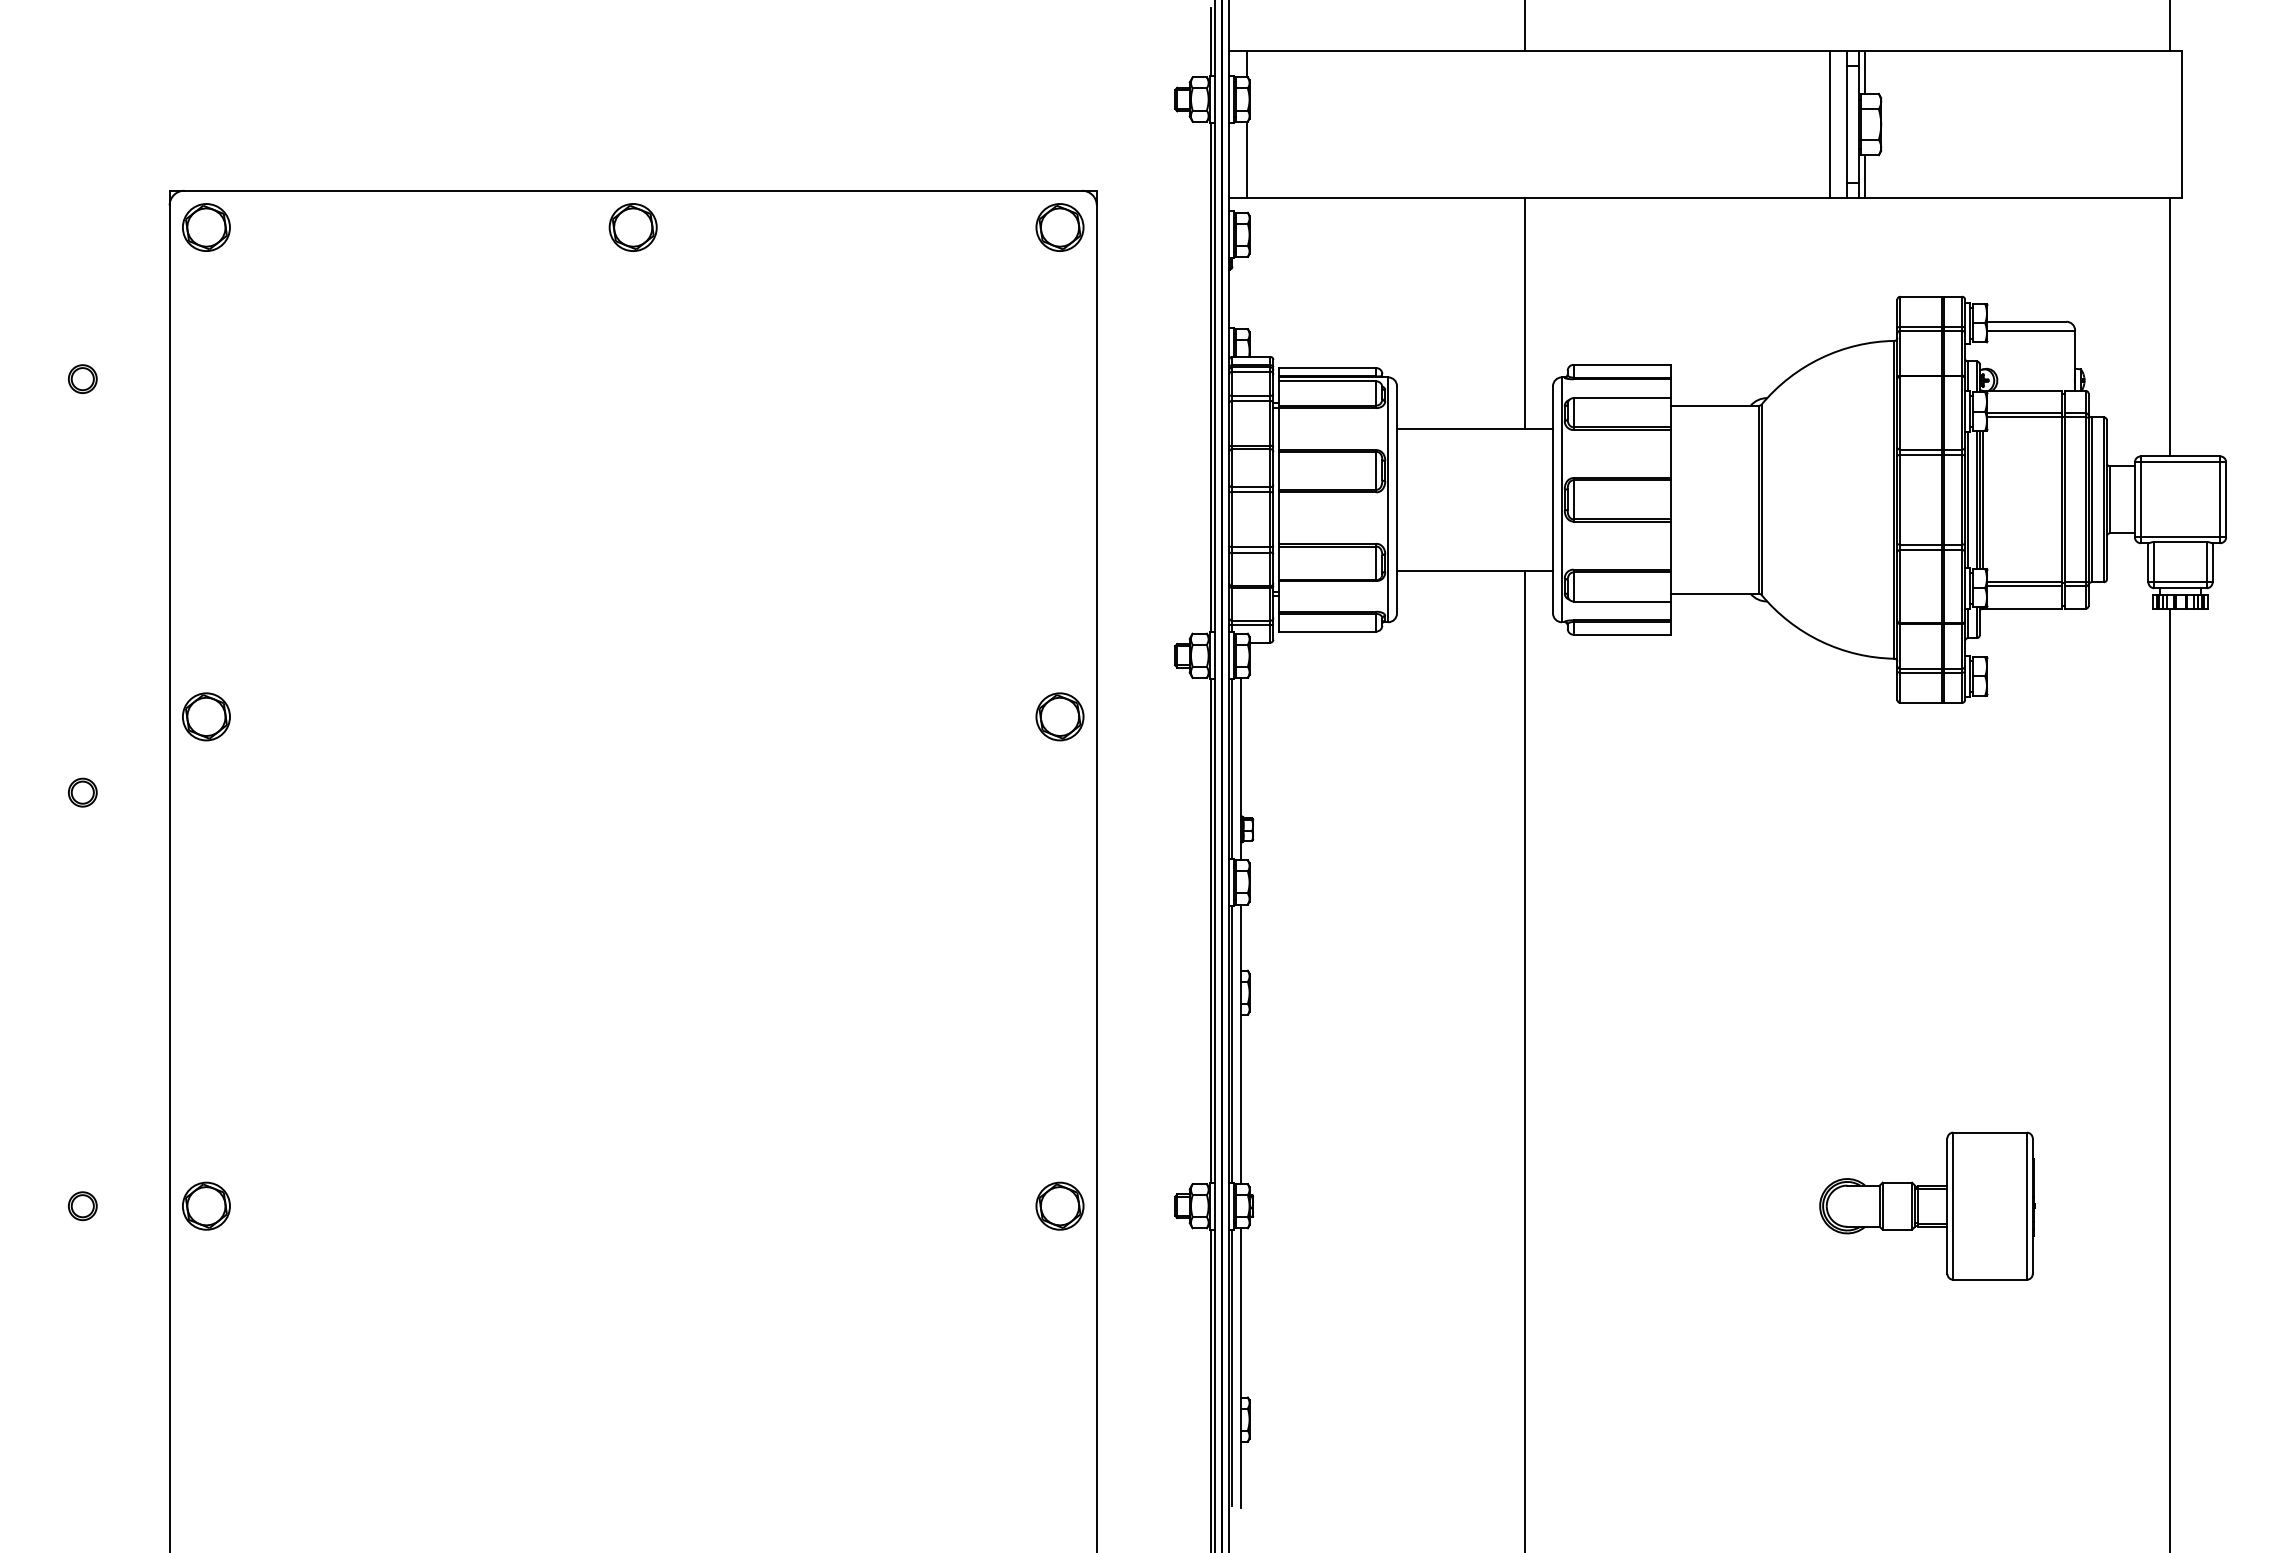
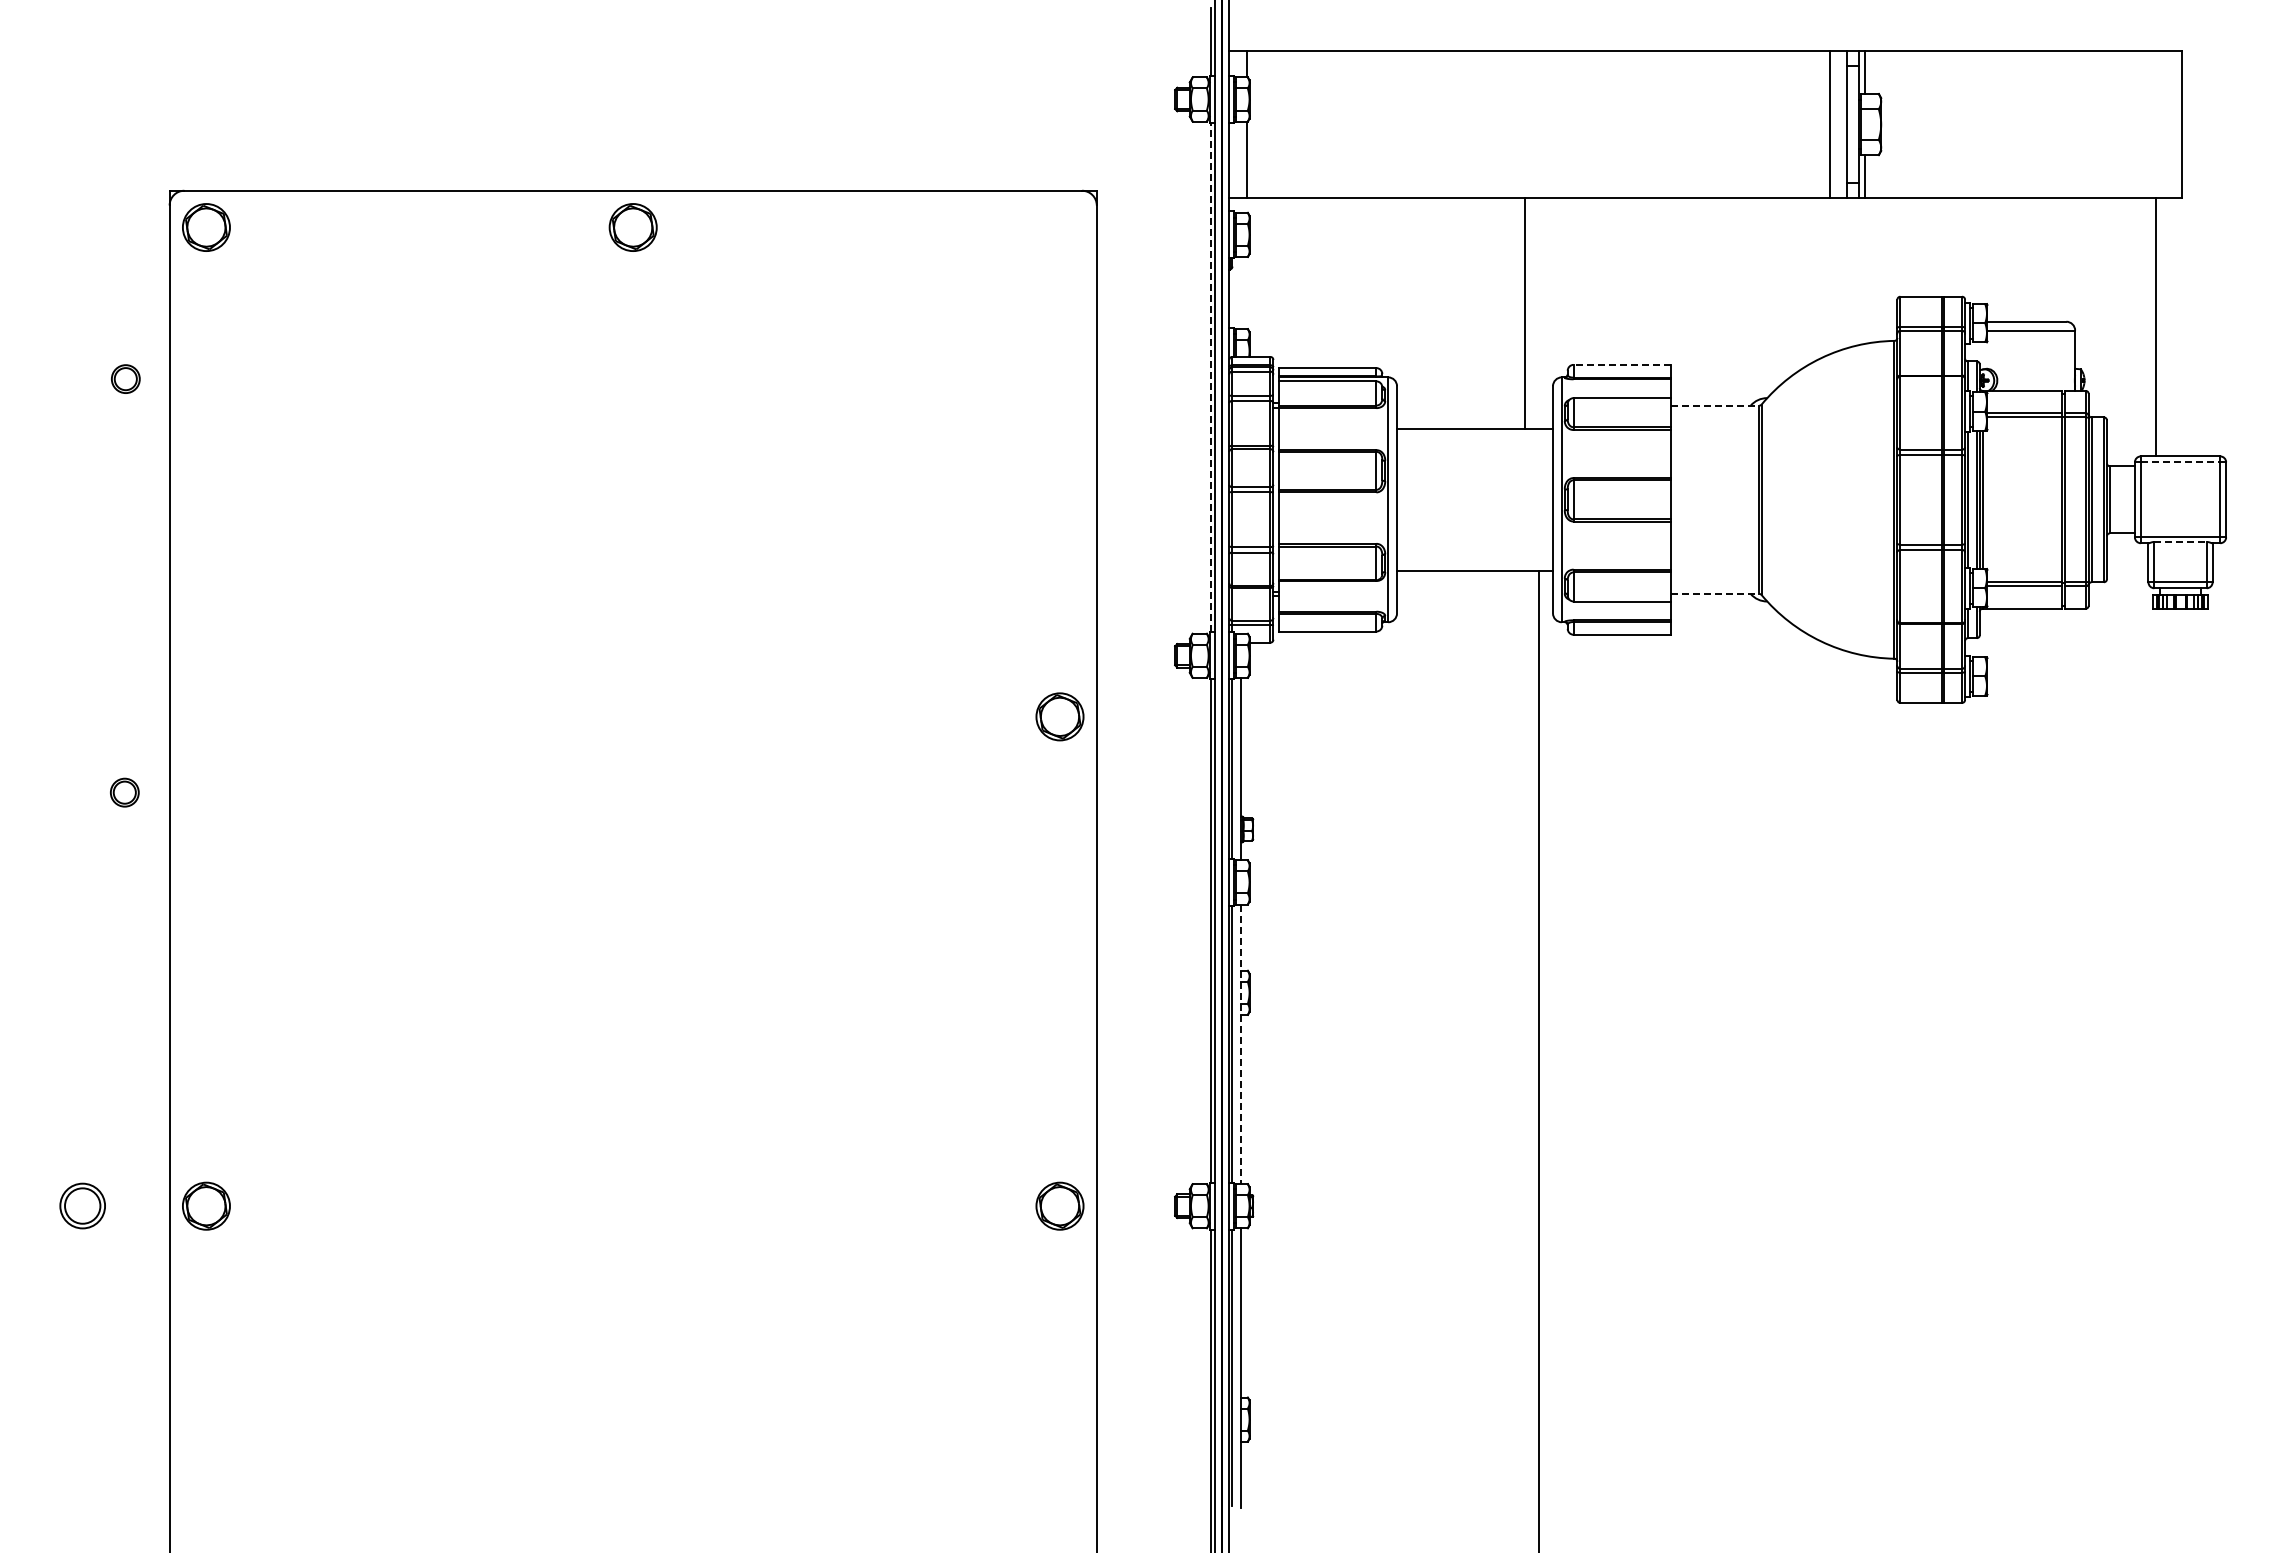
line at (1524, 26): present -> none
line at (2169, 26): present -> none
part at (1059, 227): present -> none
line at (2169, 327) position: (2169, 327) -> (2155, 327)
line at (1622, 364): solid -> dashed
line at (1210, 377): solid -> dashed
part at (82, 378) position: (82, 378) -> (125, 378)
line at (1715, 405): solid -> dashed
line at (2180, 462): solid -> dashed
line at (2181, 541): solid -> dashed
line at (1715, 594): solid -> dashed
part at (206, 716): present -> none
part at (82, 792) position: (82, 792) -> (124, 792)
line at (1241, 1044): solid -> dashed
line at (1524, 1059) position: (1524, 1059) -> (1538, 1059)
line at (2169, 1078): present -> none
part at (1927, 1205): present -> none
part at (82, 1206) size: 30x31 px -> 47x48 px
